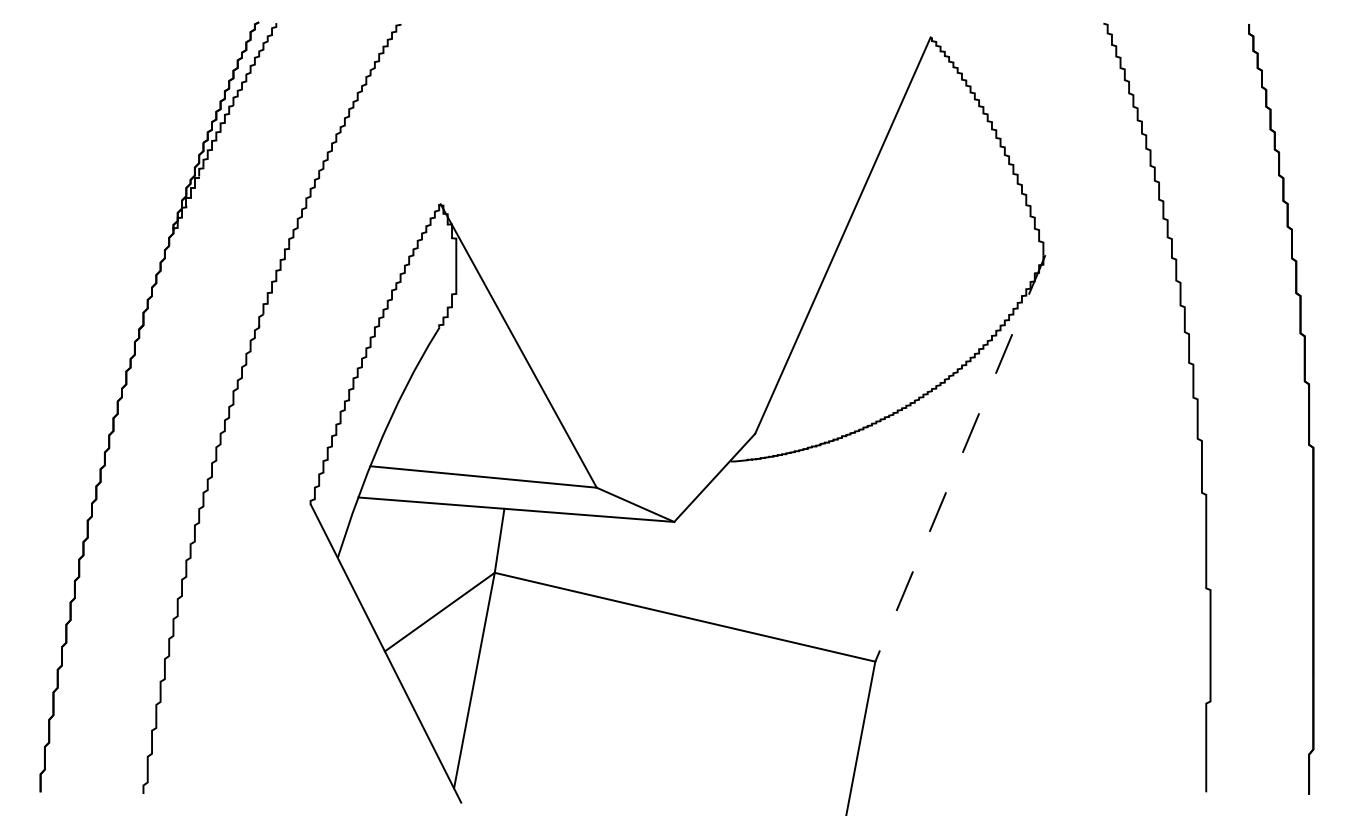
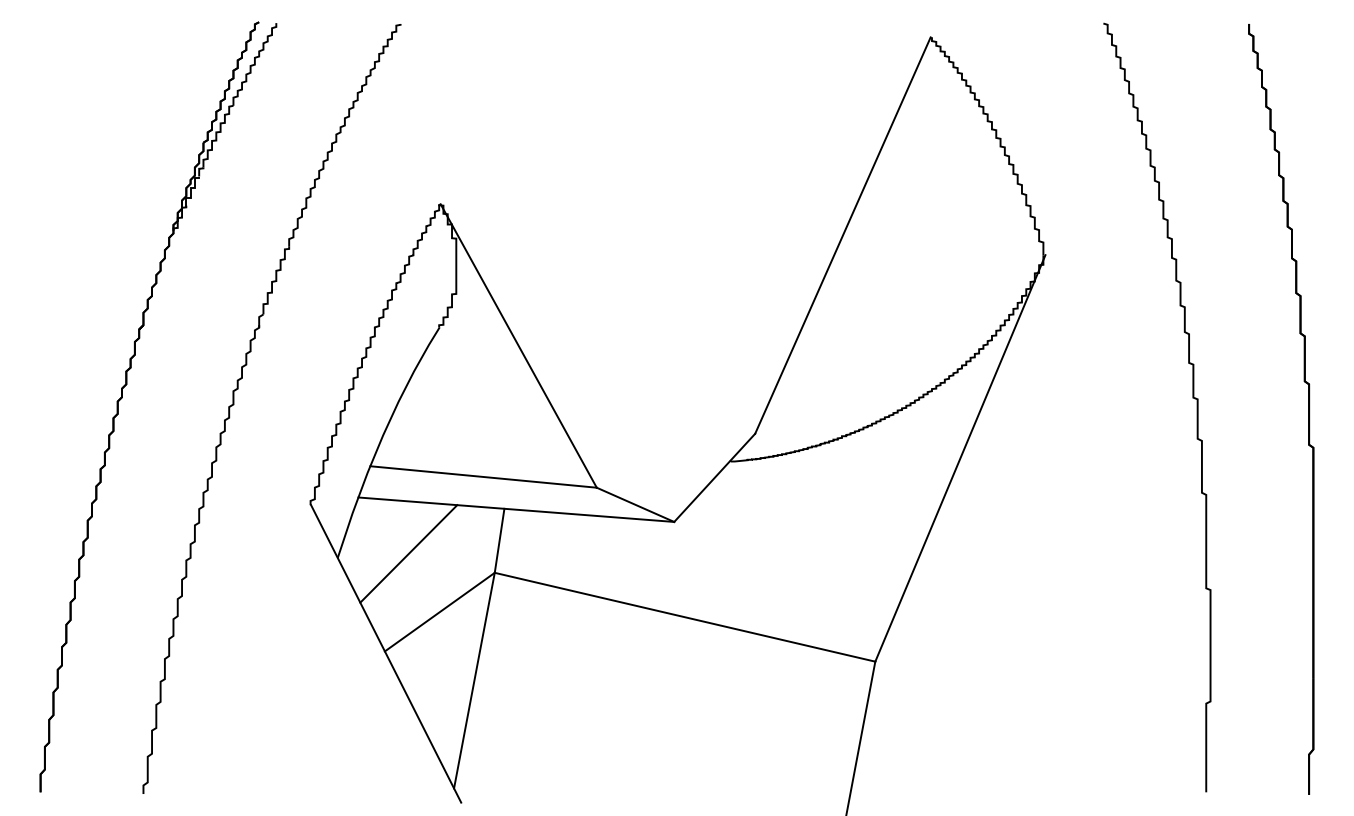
line at (960, 458): dashed -> solid
line at (408, 553): none -> present
